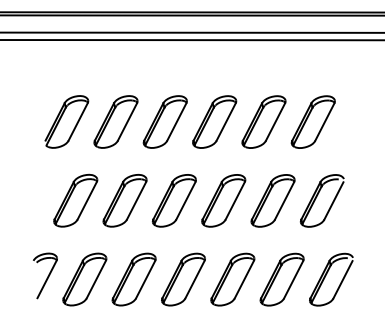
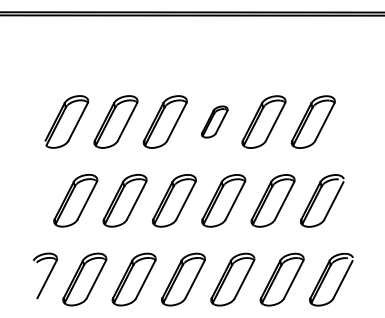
line at (191, 32): present -> none
line at (191, 40): present -> none
part at (214, 121) size: 46x54 px -> 29x34 px
